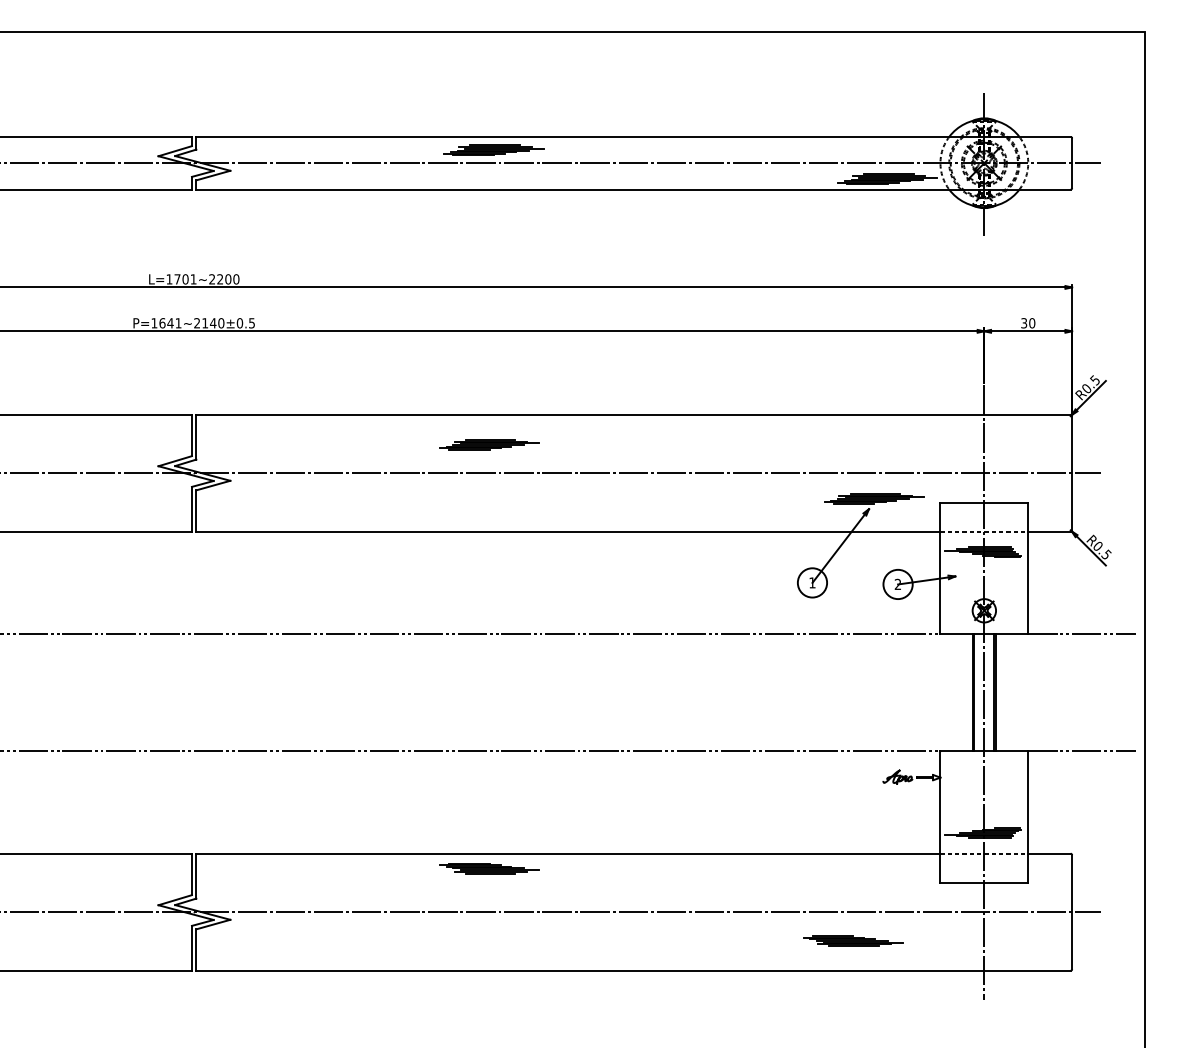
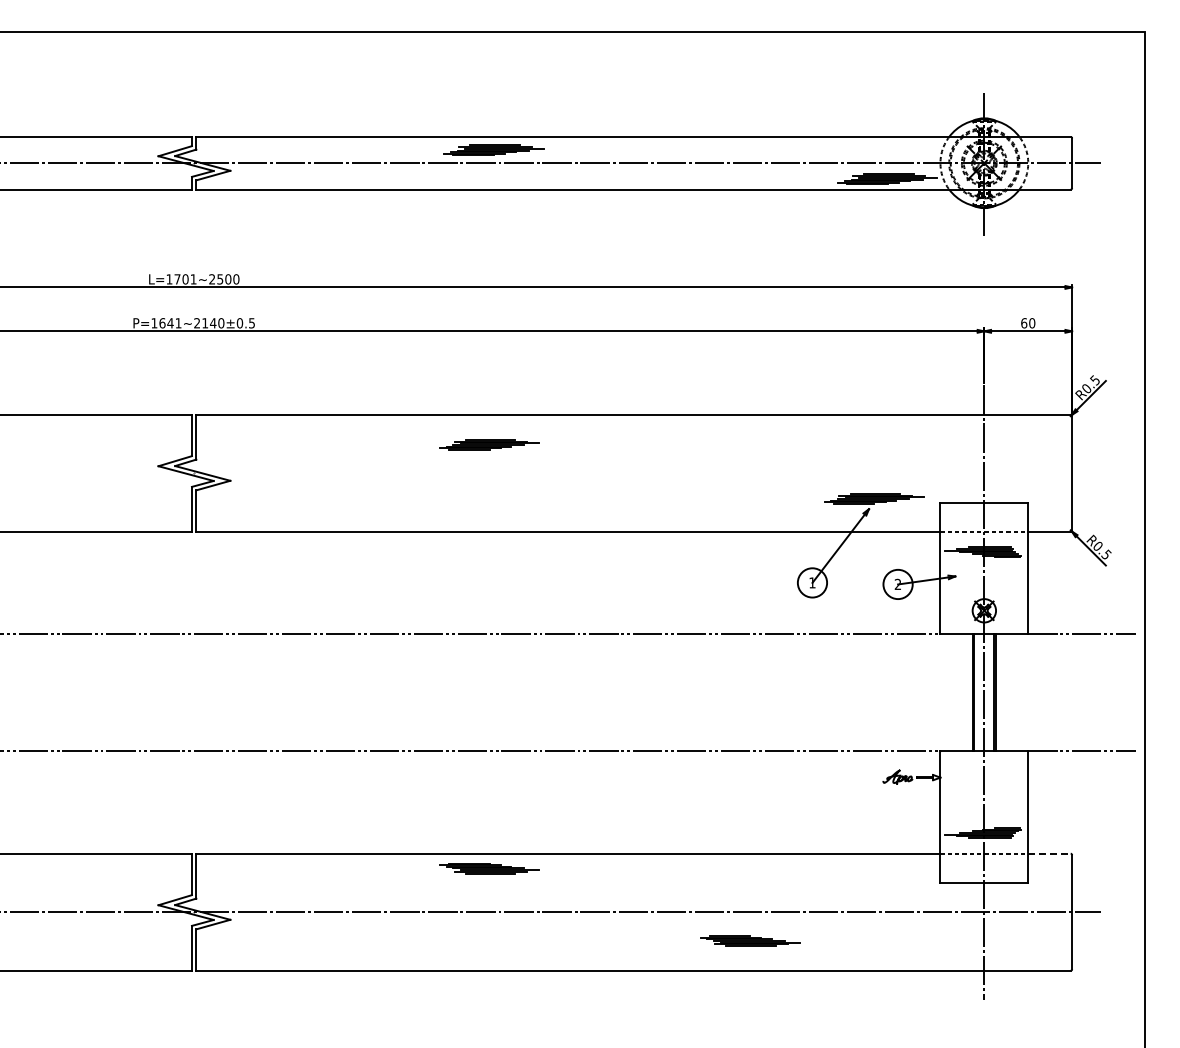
text at (220, 279): L=1701~2200 -> L=1701~2500
text at (1024, 323): 30 -> 60
line at (551, 473): present -> none
line at (1049, 853): solid -> dashed
part at (853, 940) position: (853, 940) -> (750, 940)
